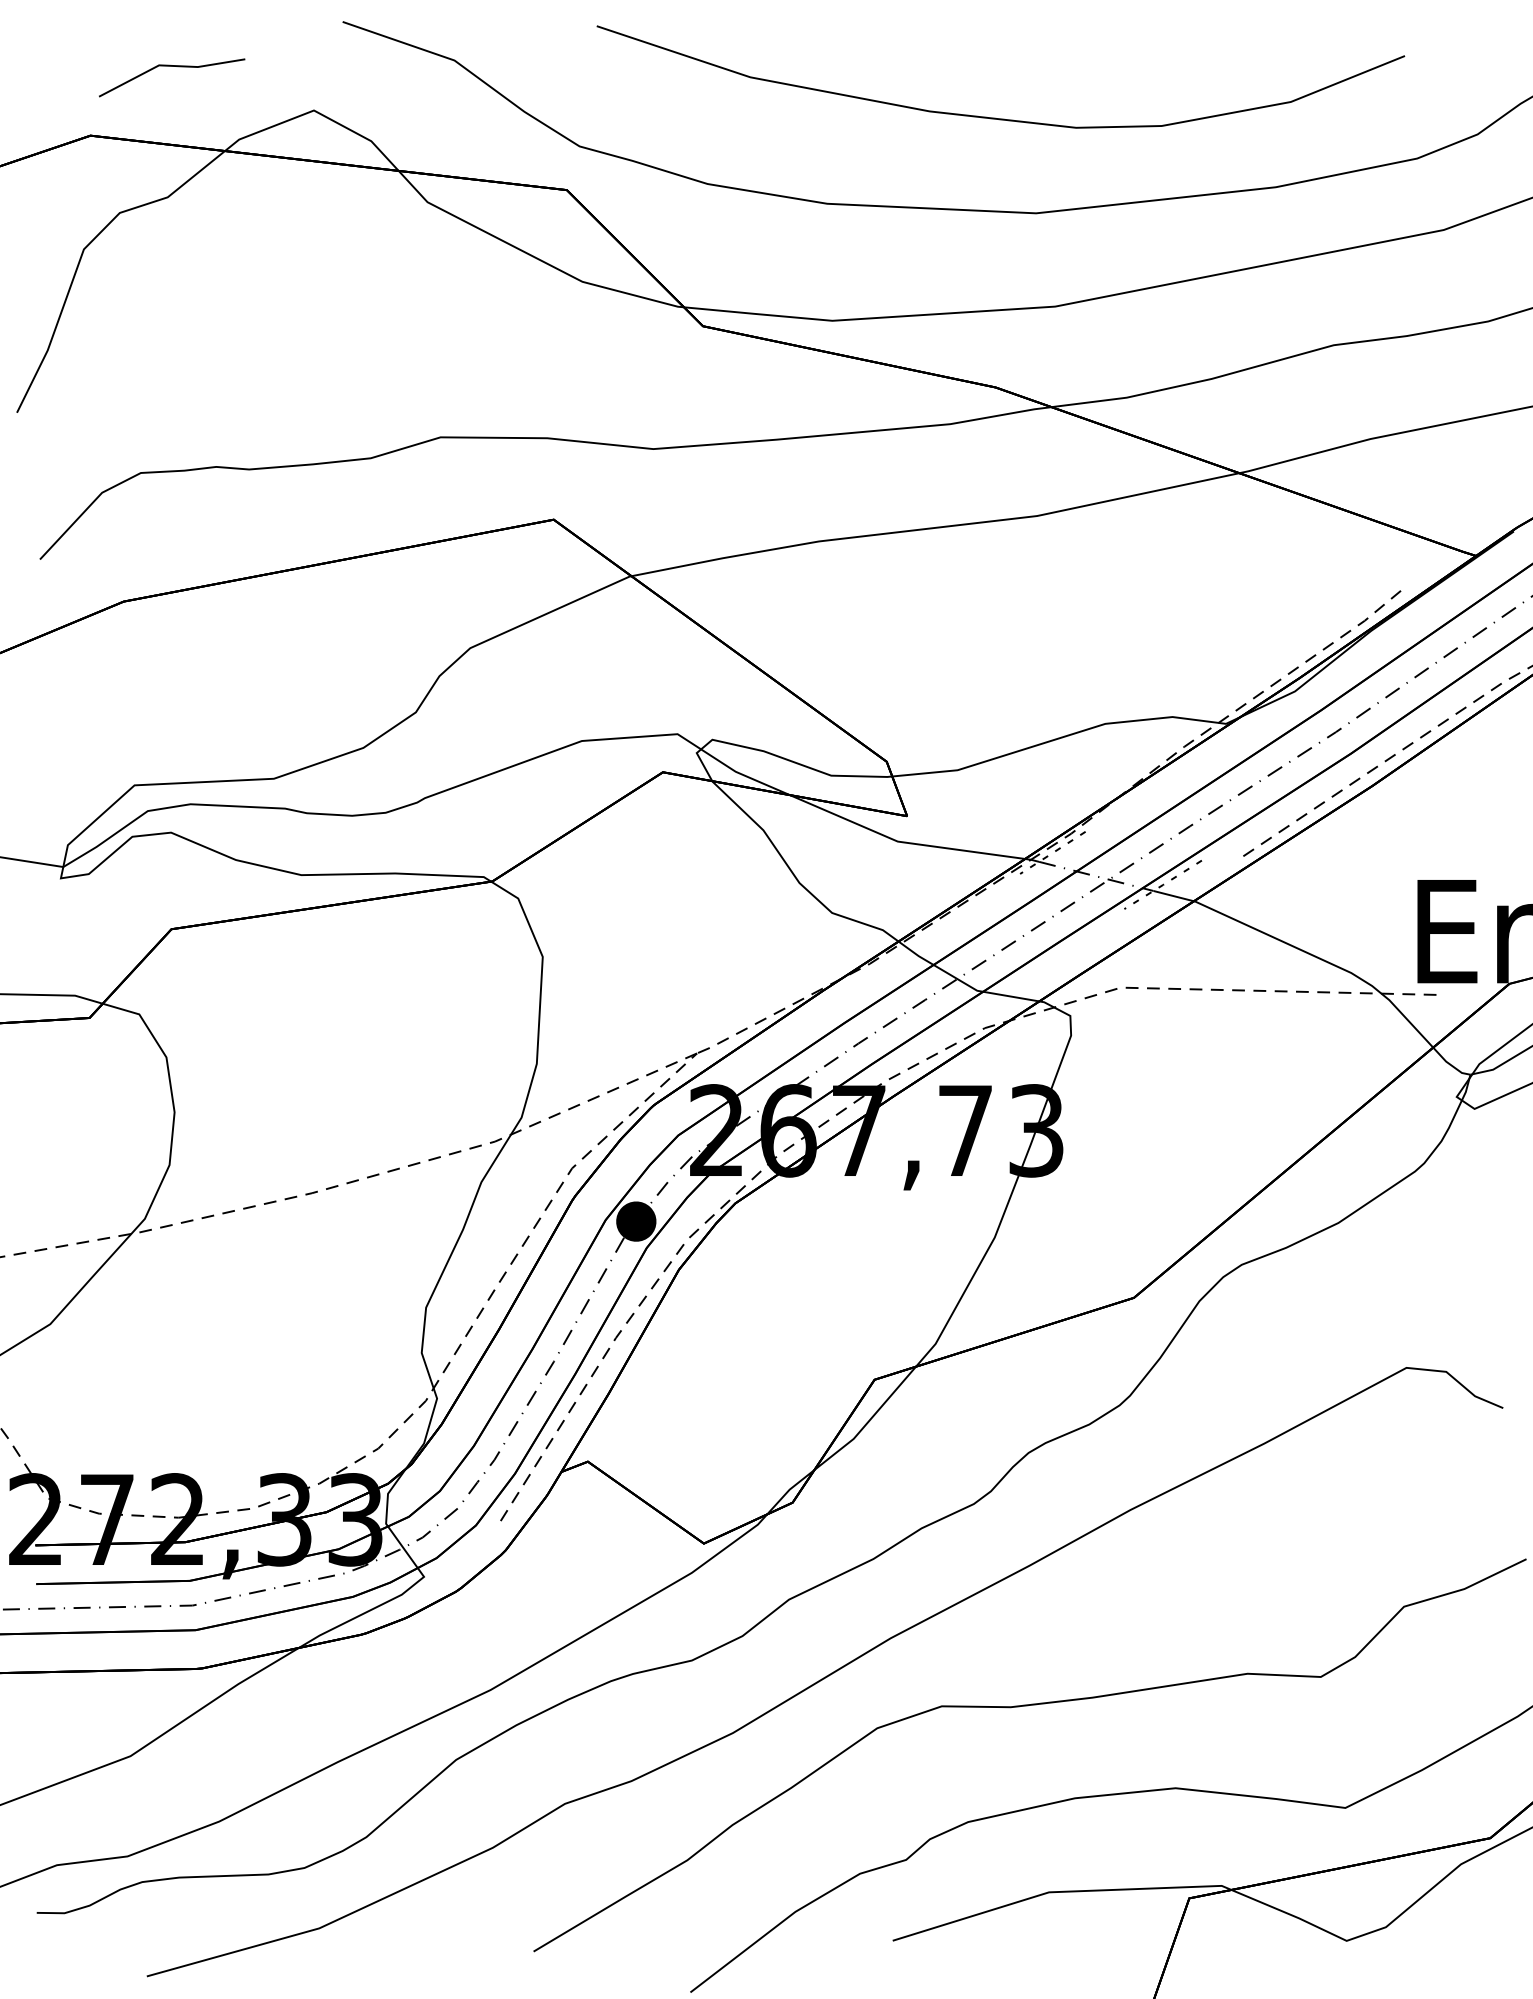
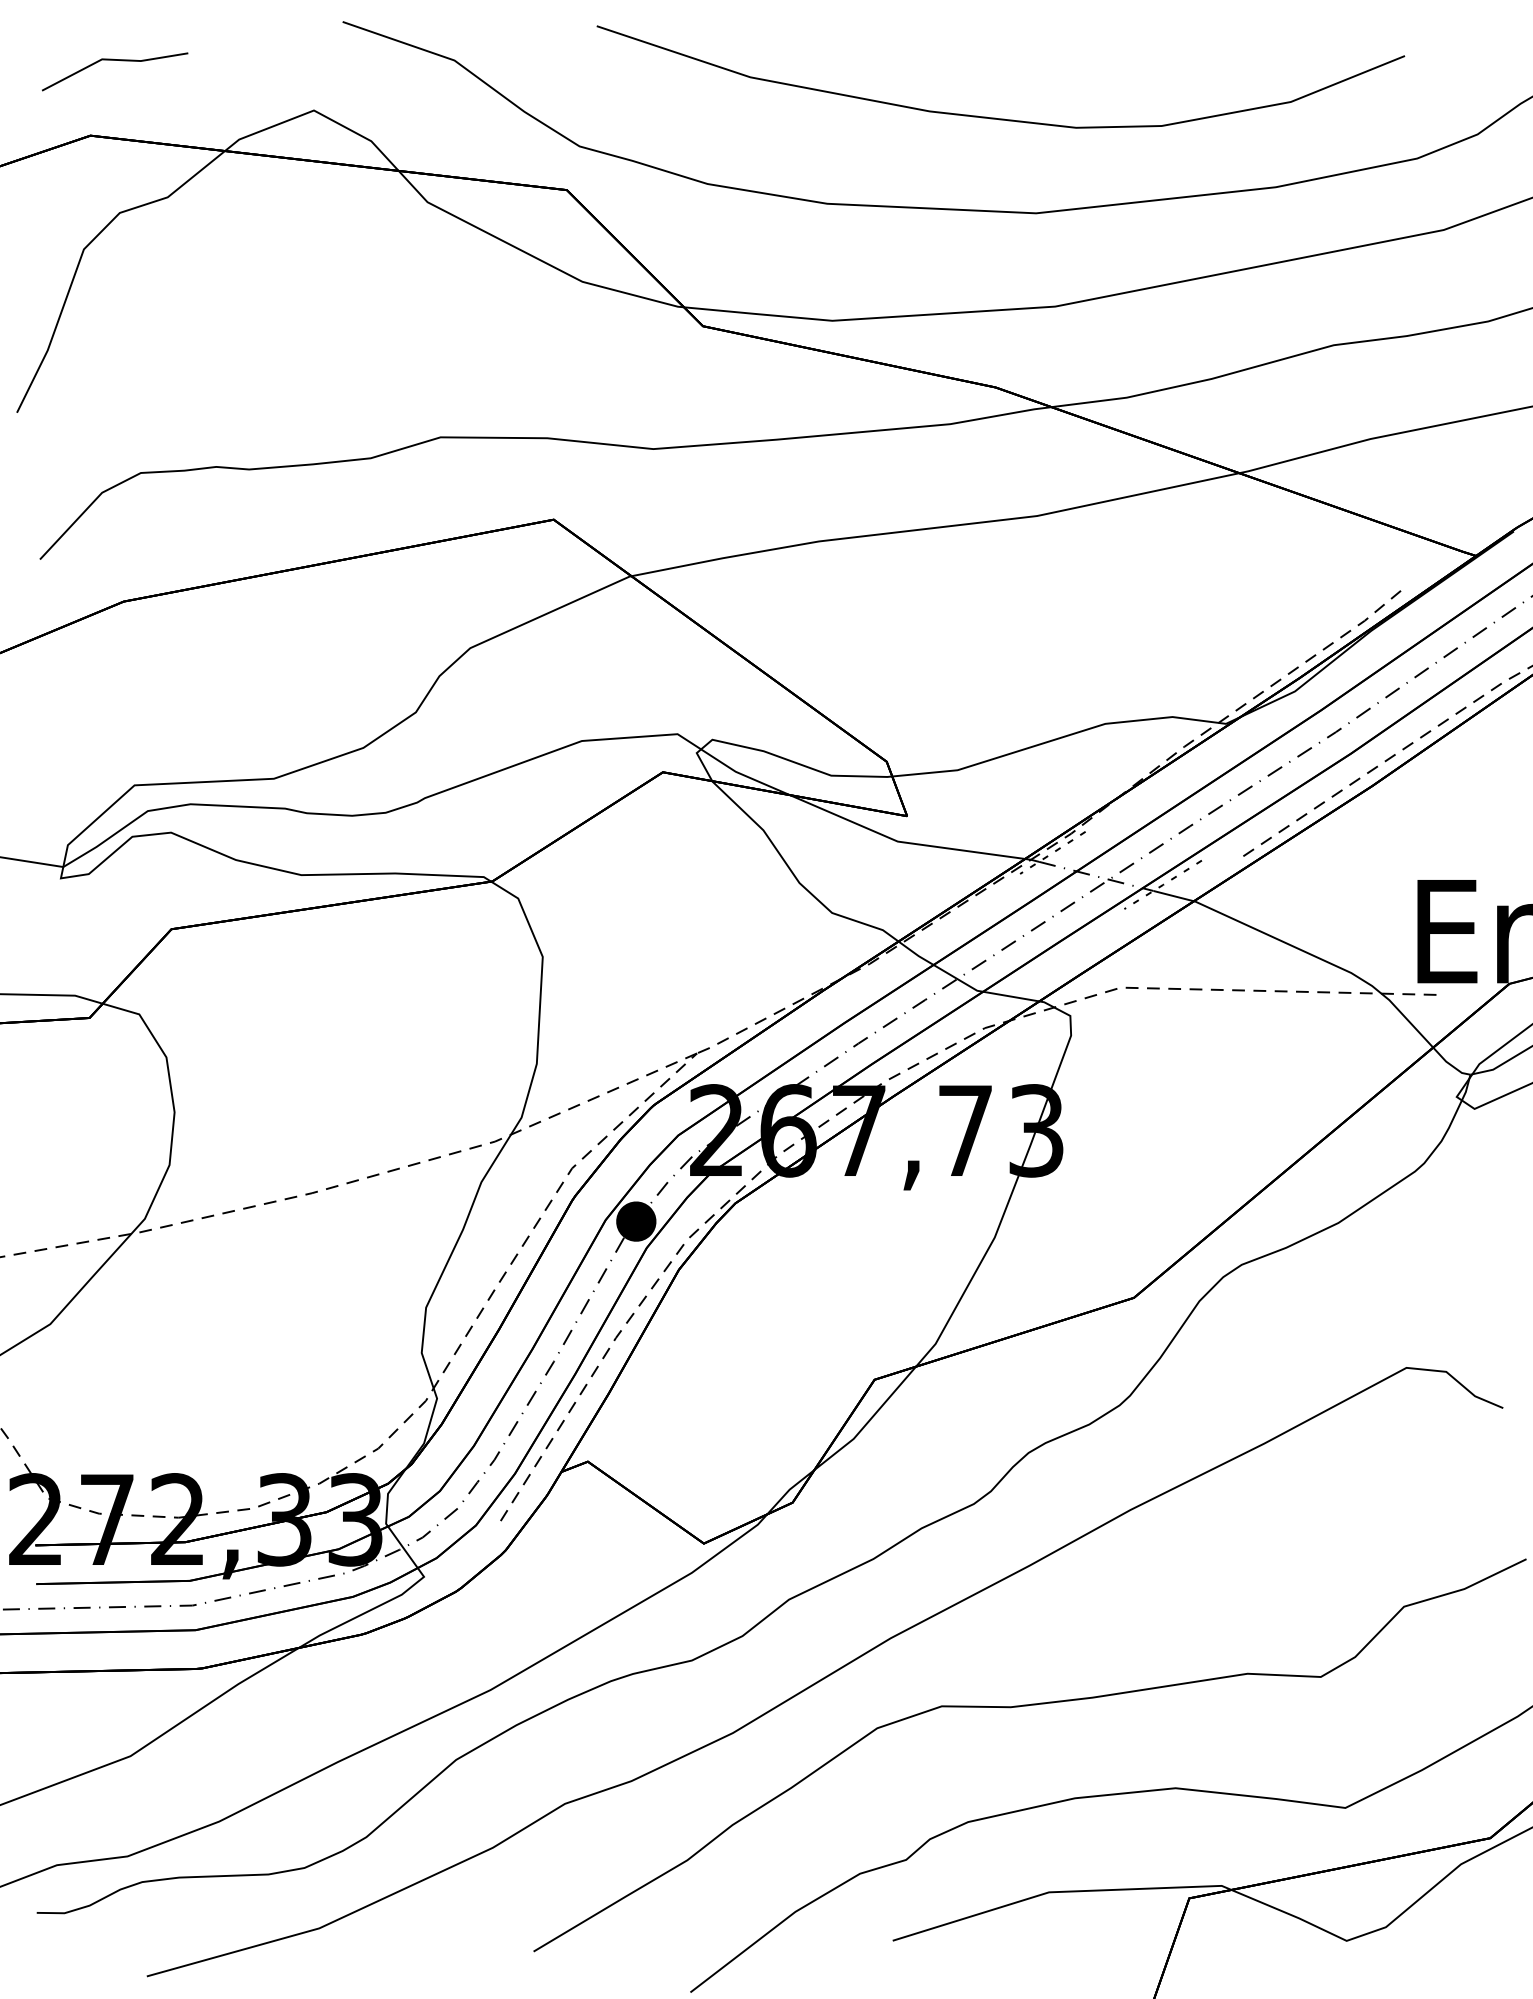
line at (172, 66) position: (172, 66) -> (115, 60)
